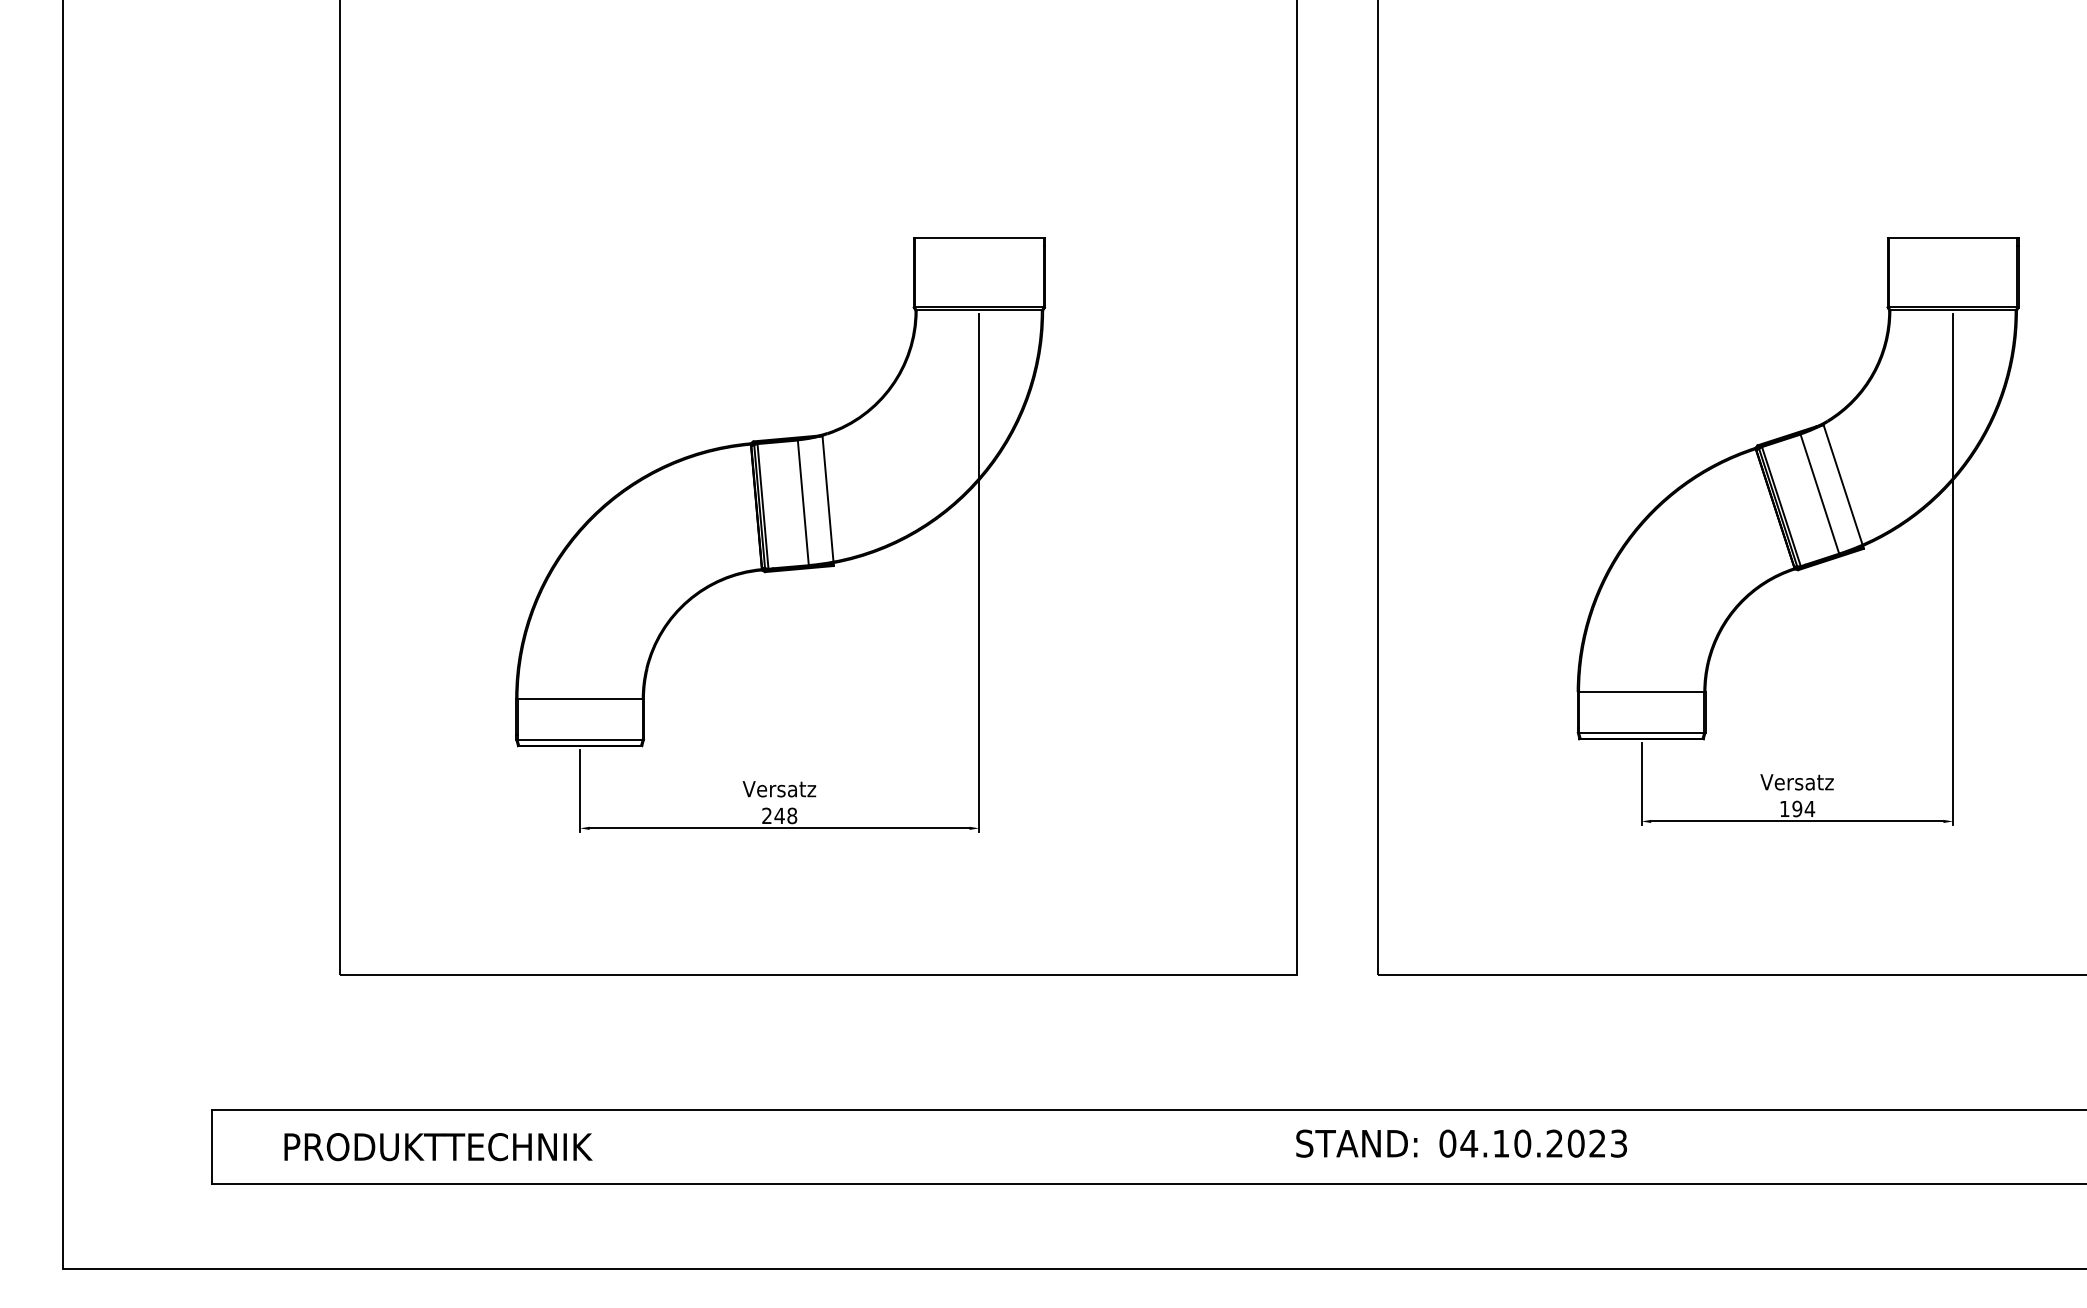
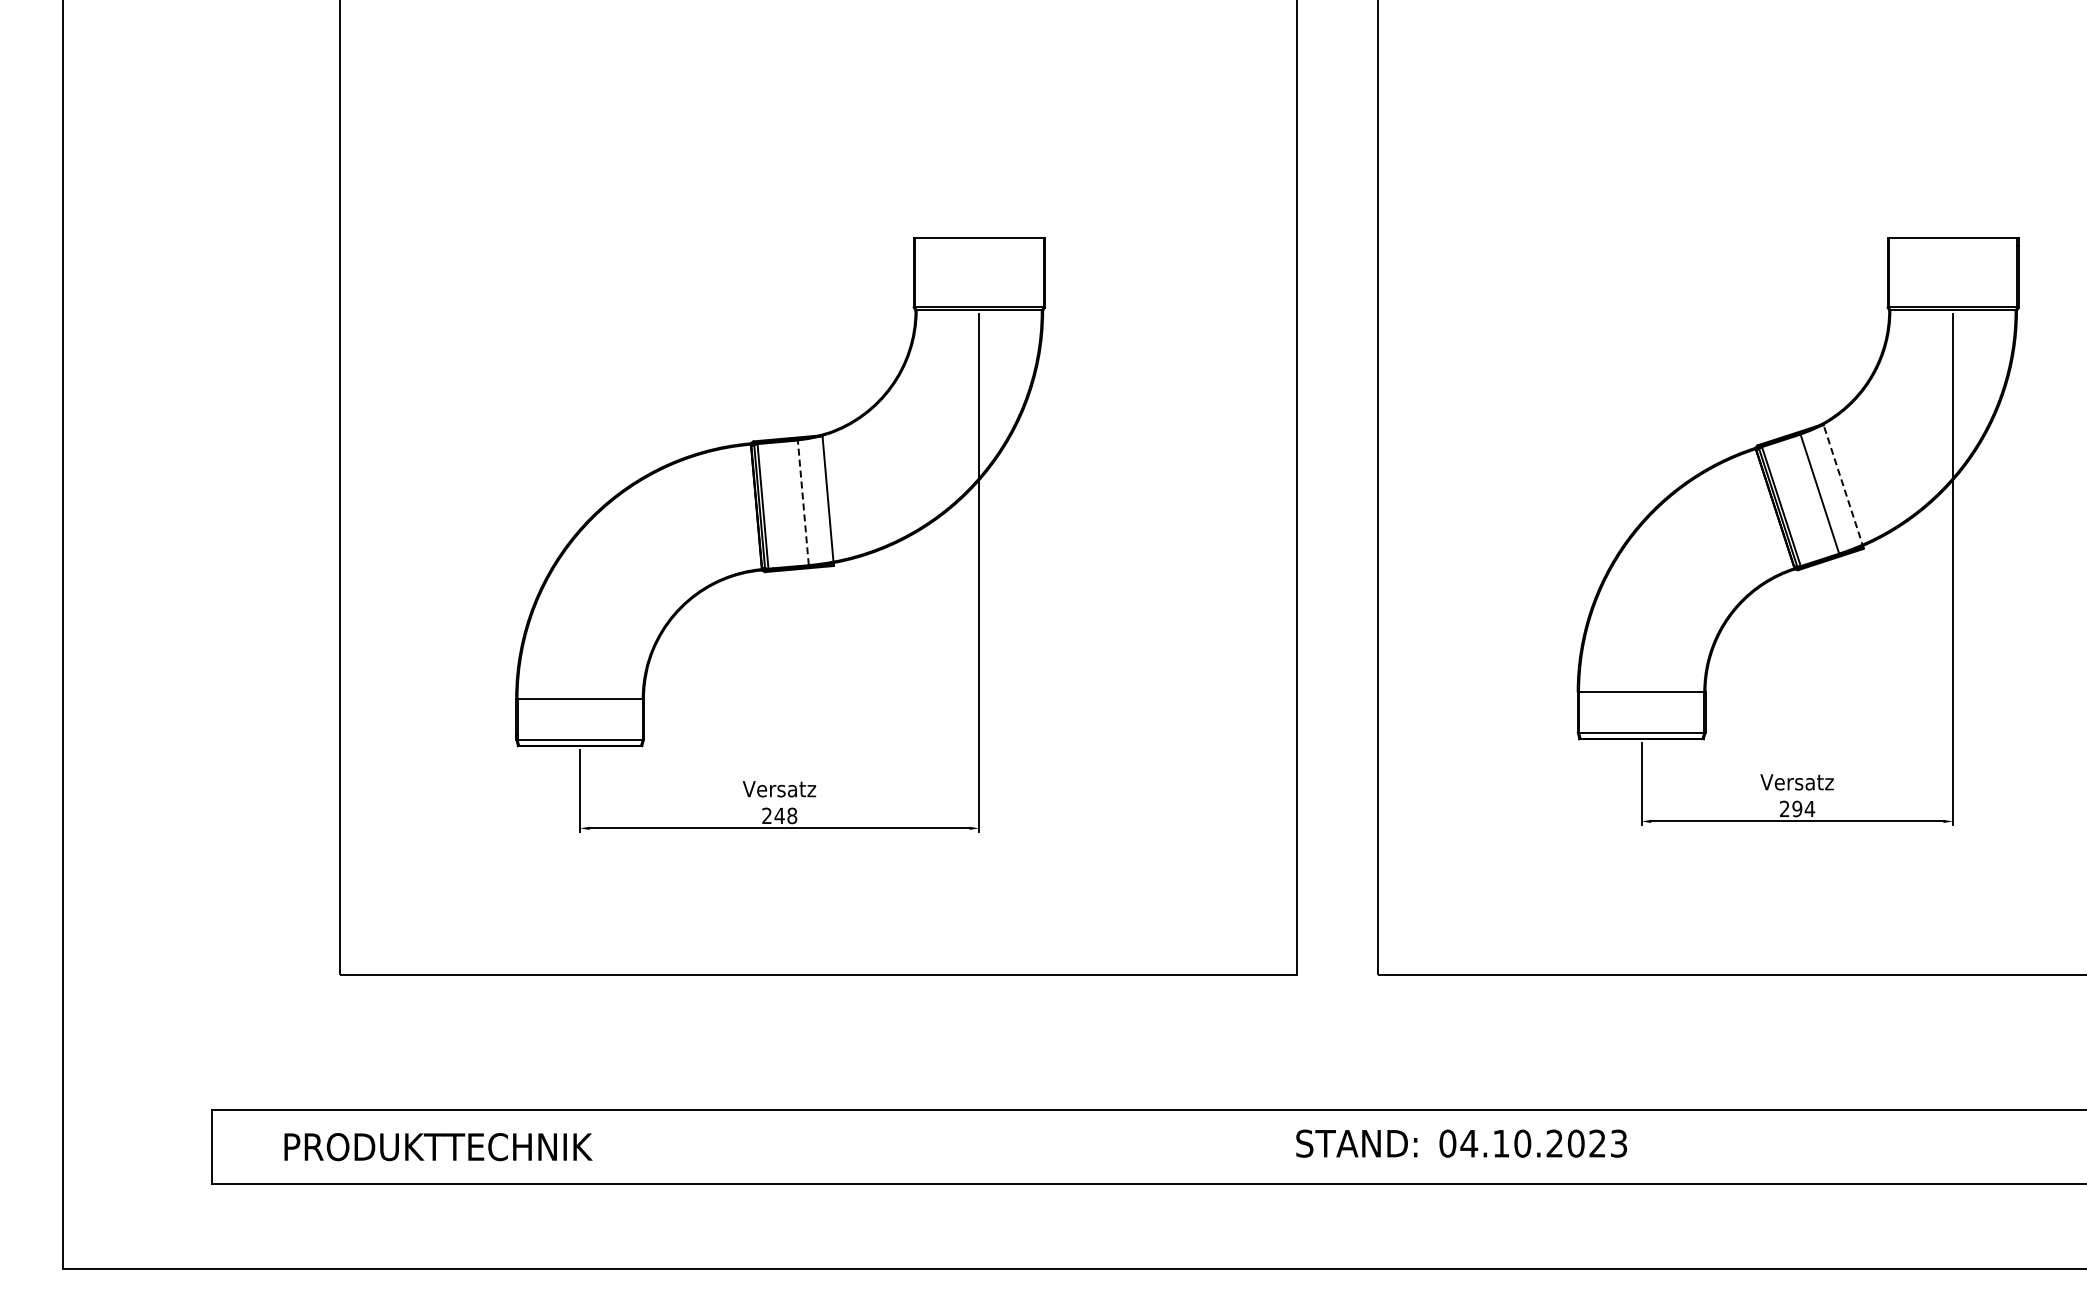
line at (1843, 486): solid -> dashed
line at (803, 502): solid -> dashed
text at (1784, 808): 194 -> 294
